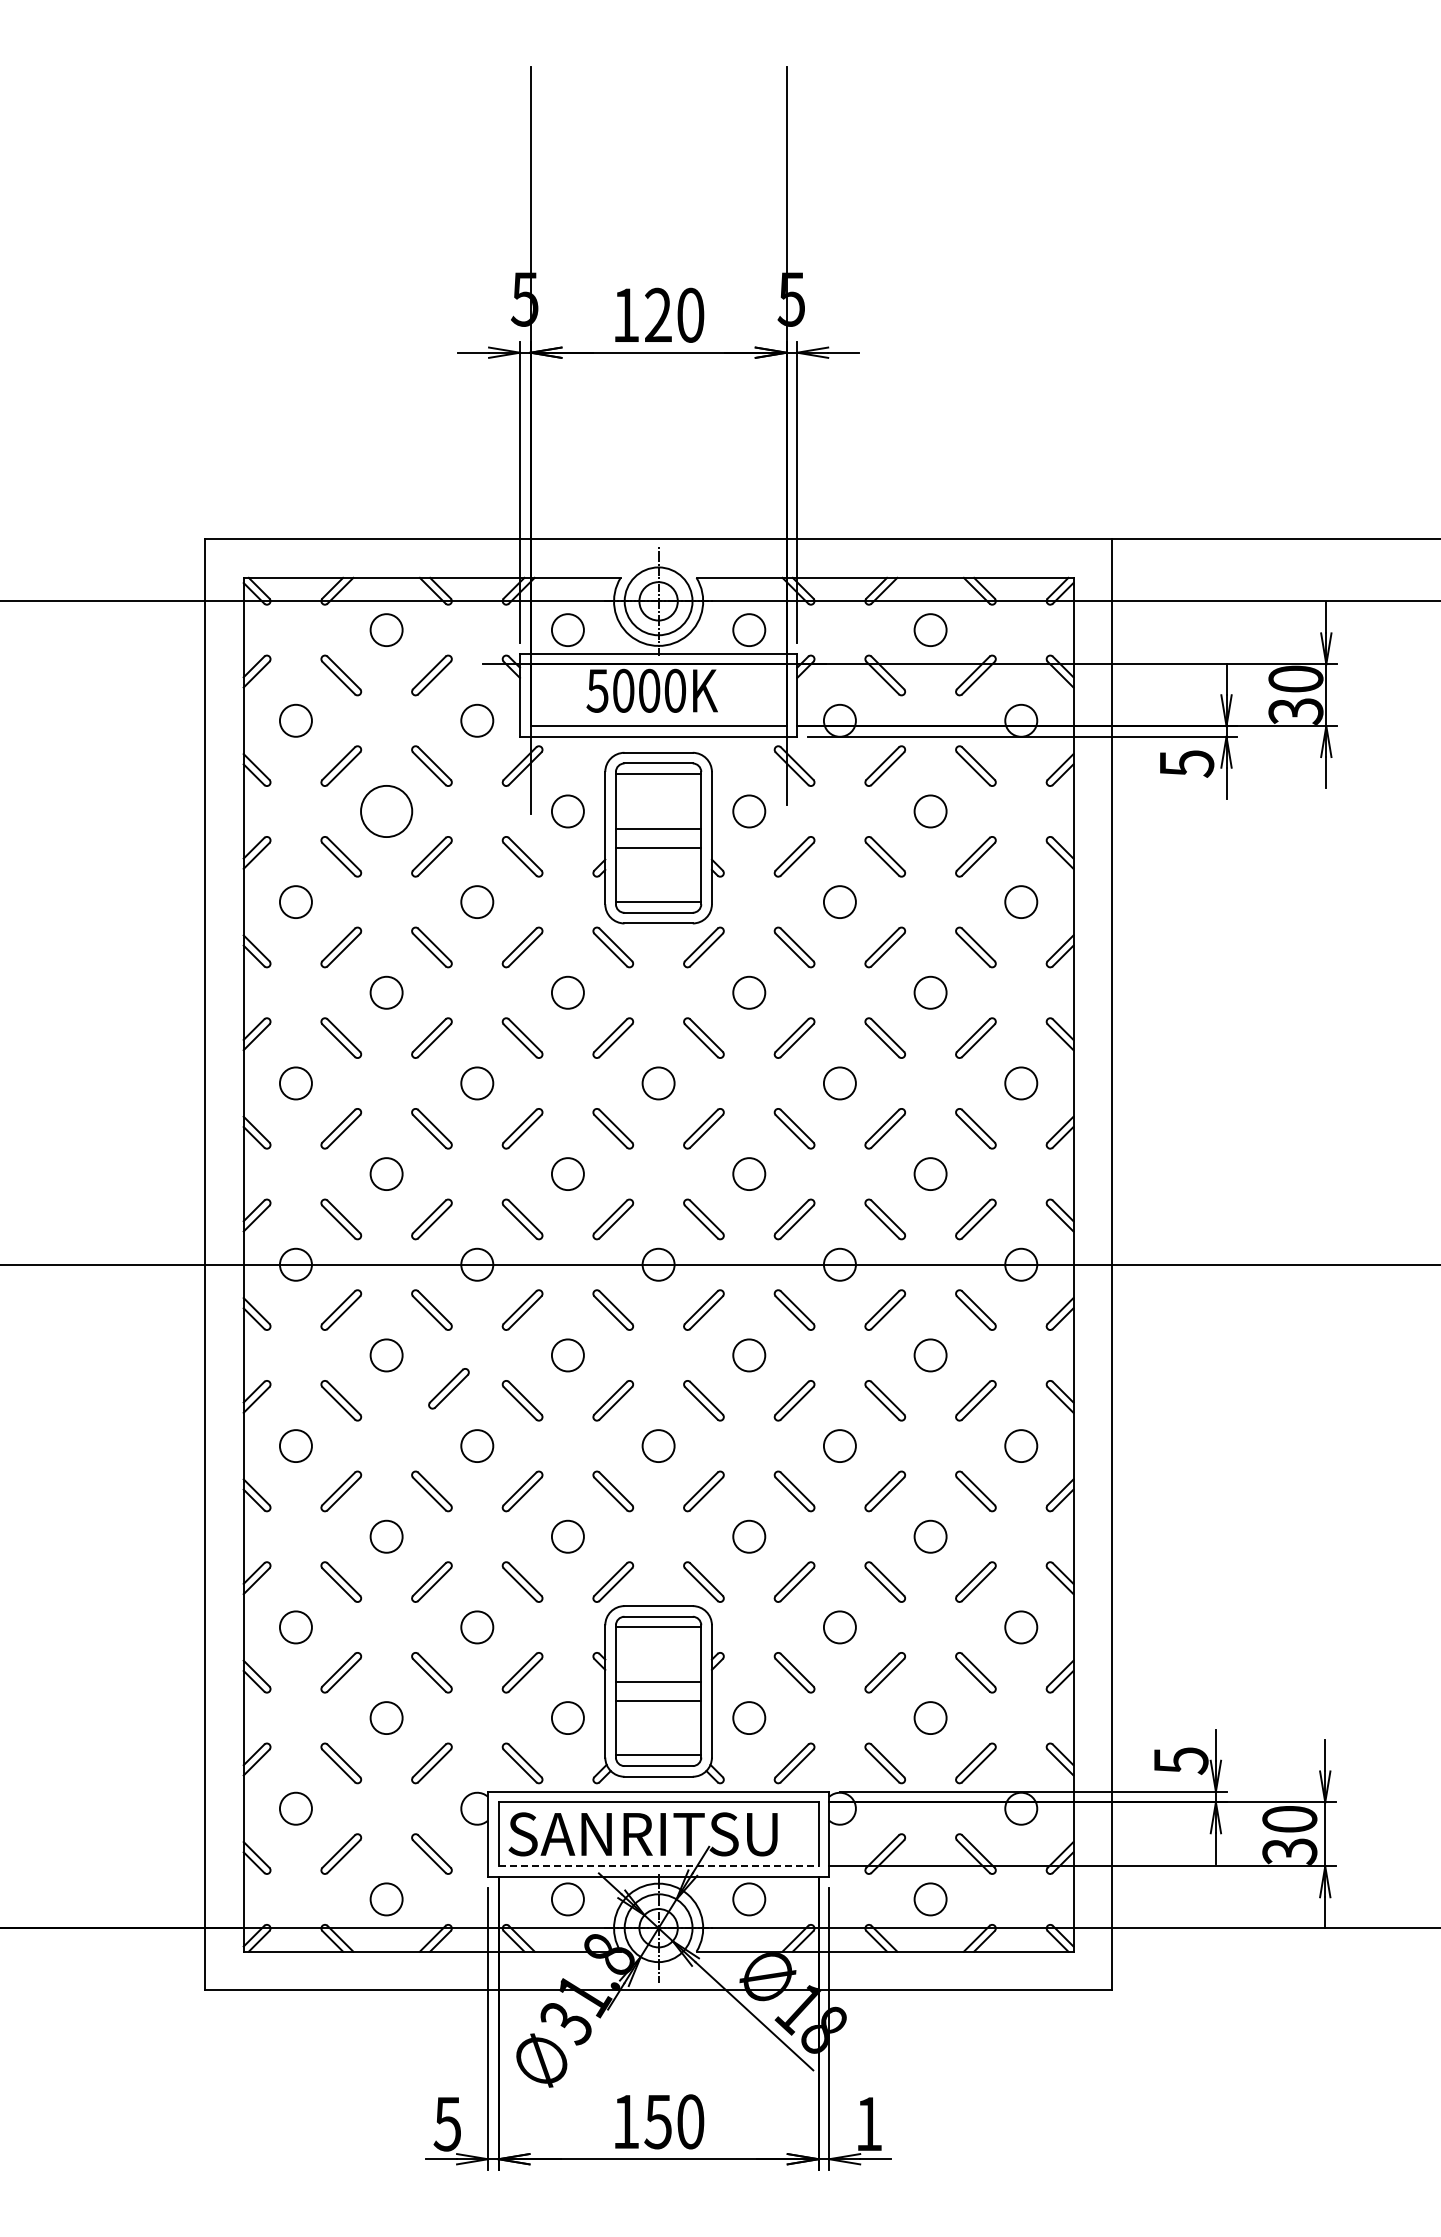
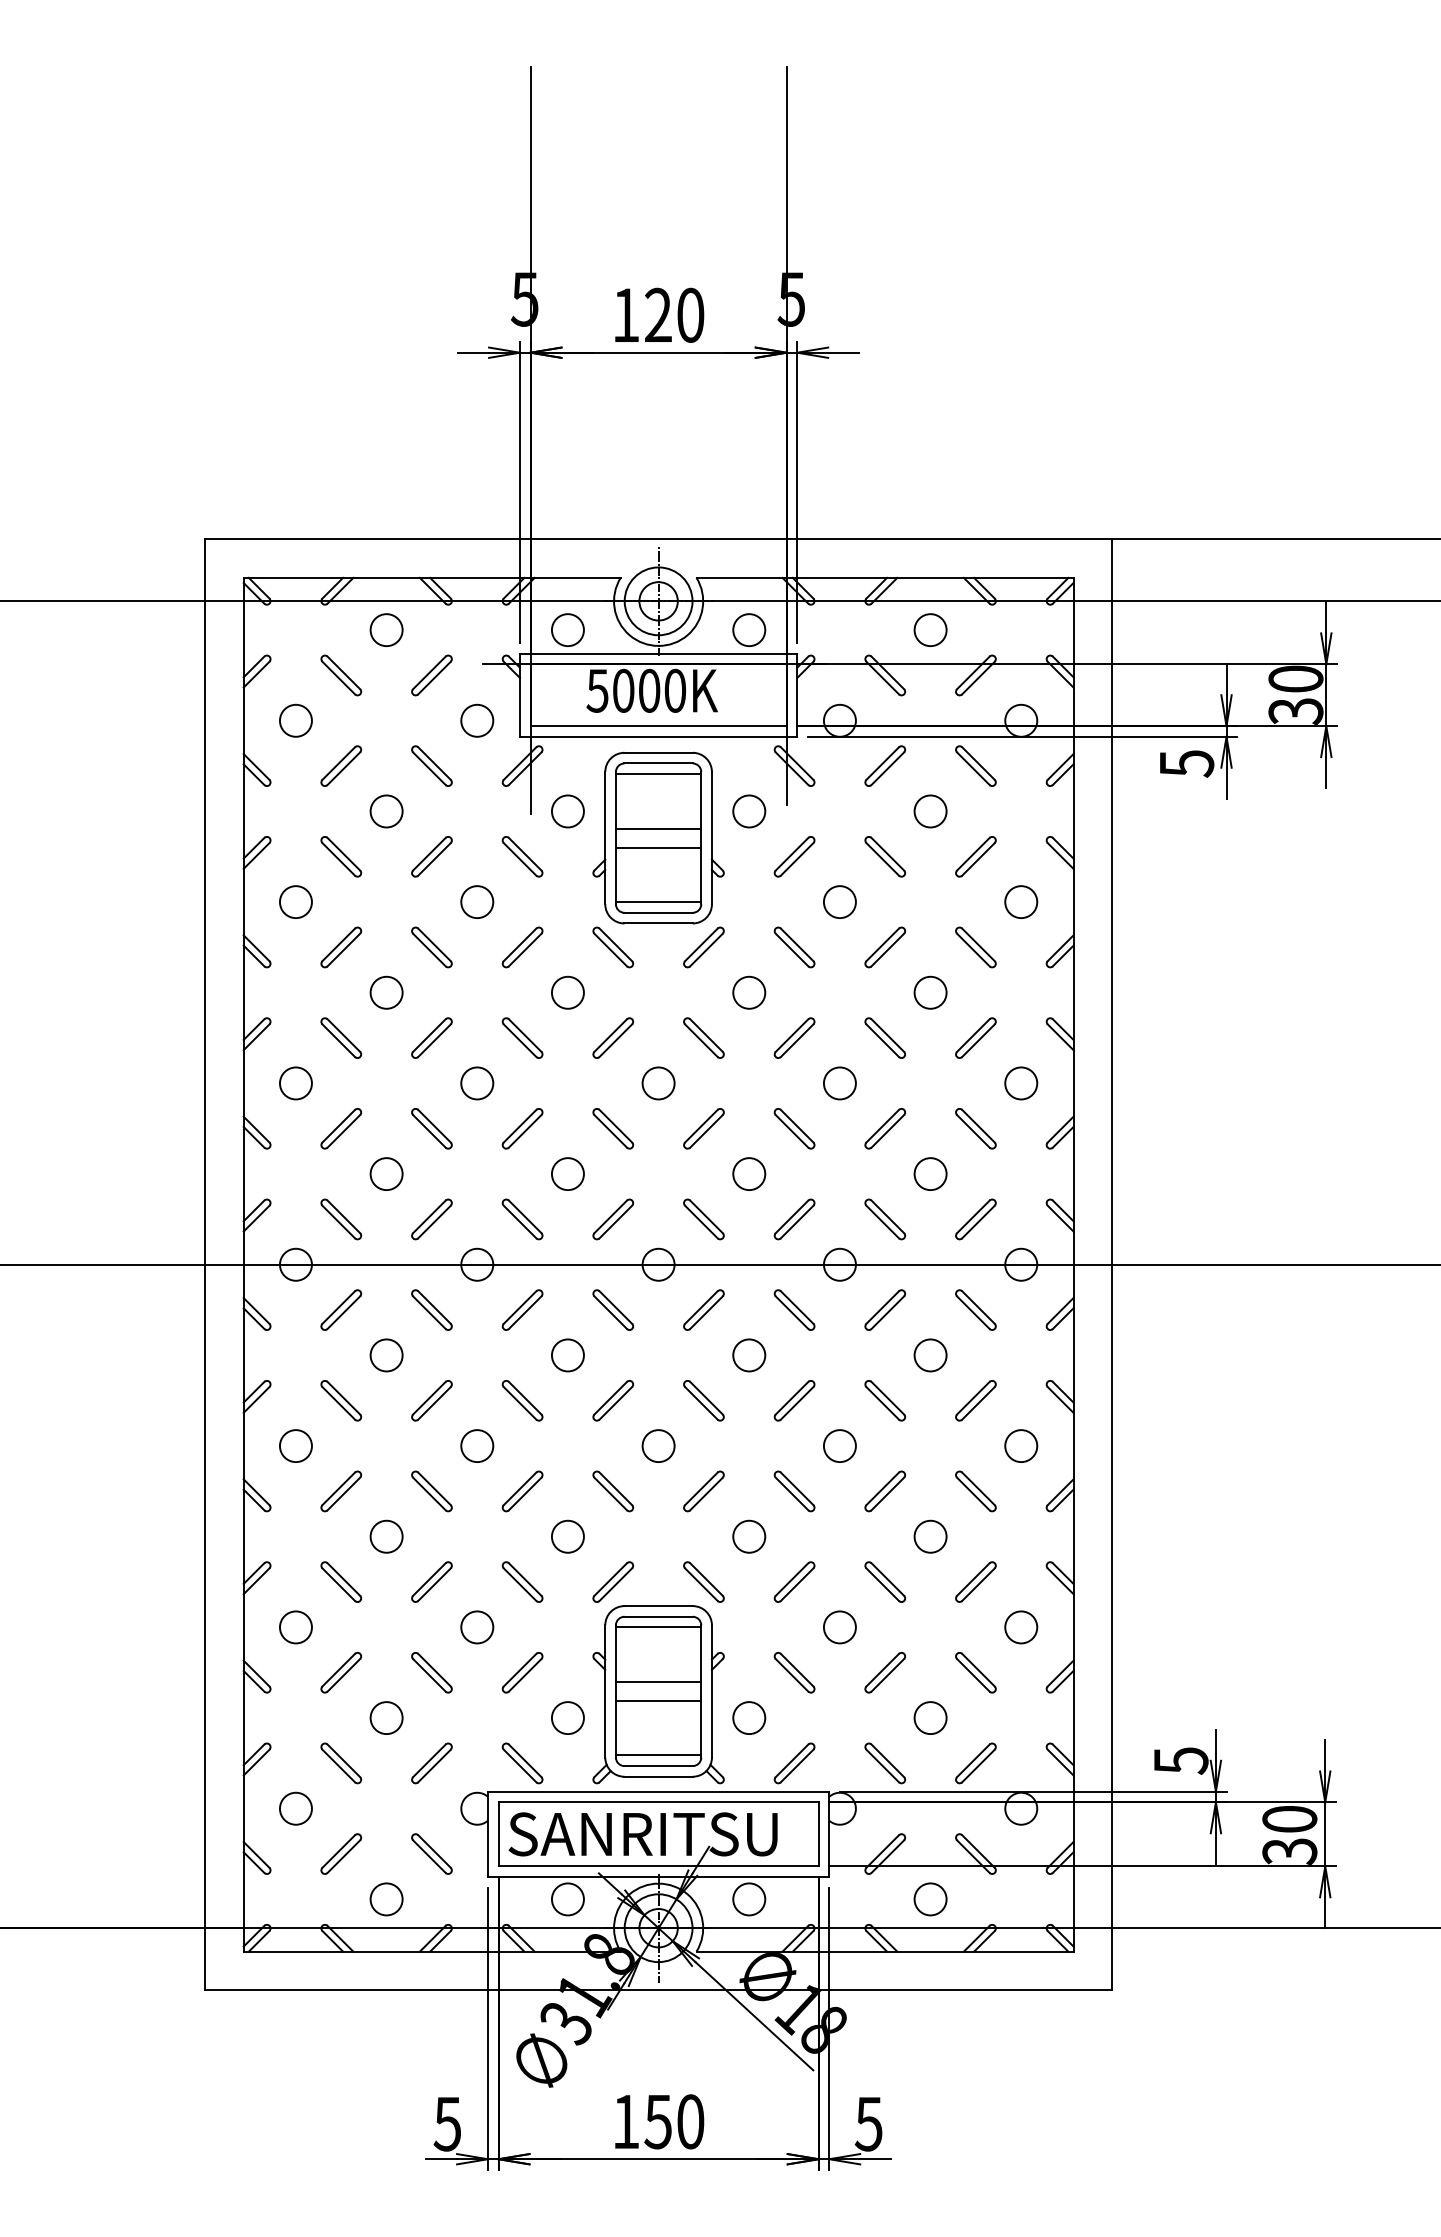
circle at (386, 811) diameter: 51 px -> 32 px
part at (448, 1388) position: (448, 1388) -> (431, 1400)
line at (658, 1866): dashed -> solid
text at (868, 2124): 1 -> 5
